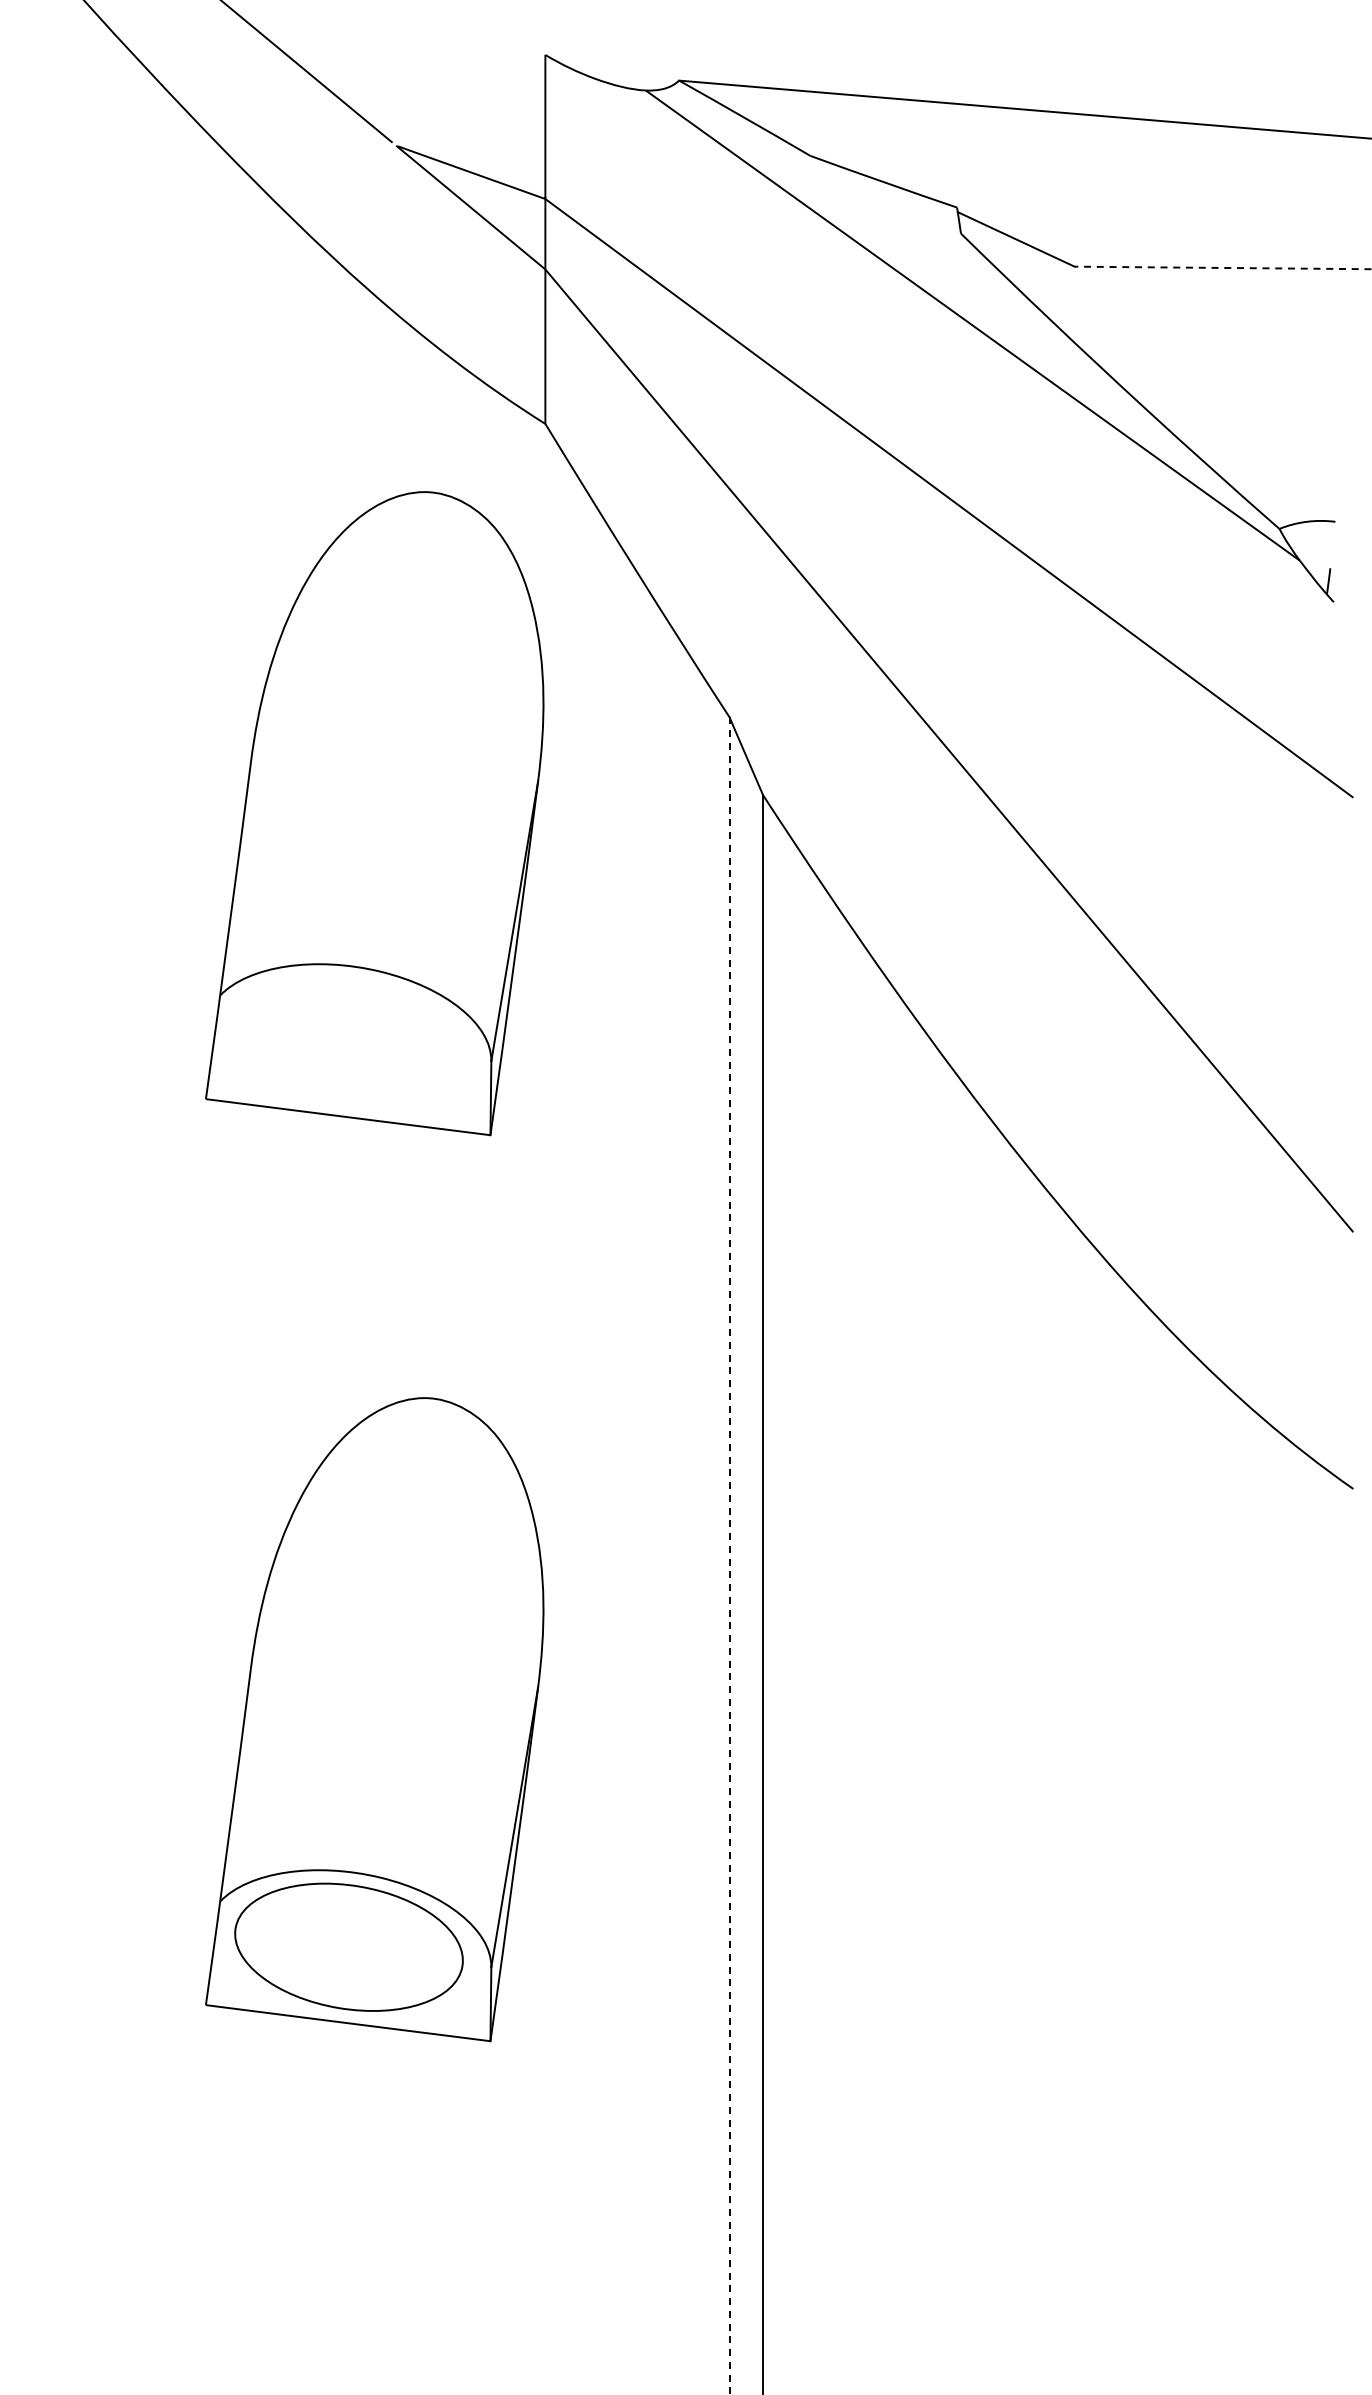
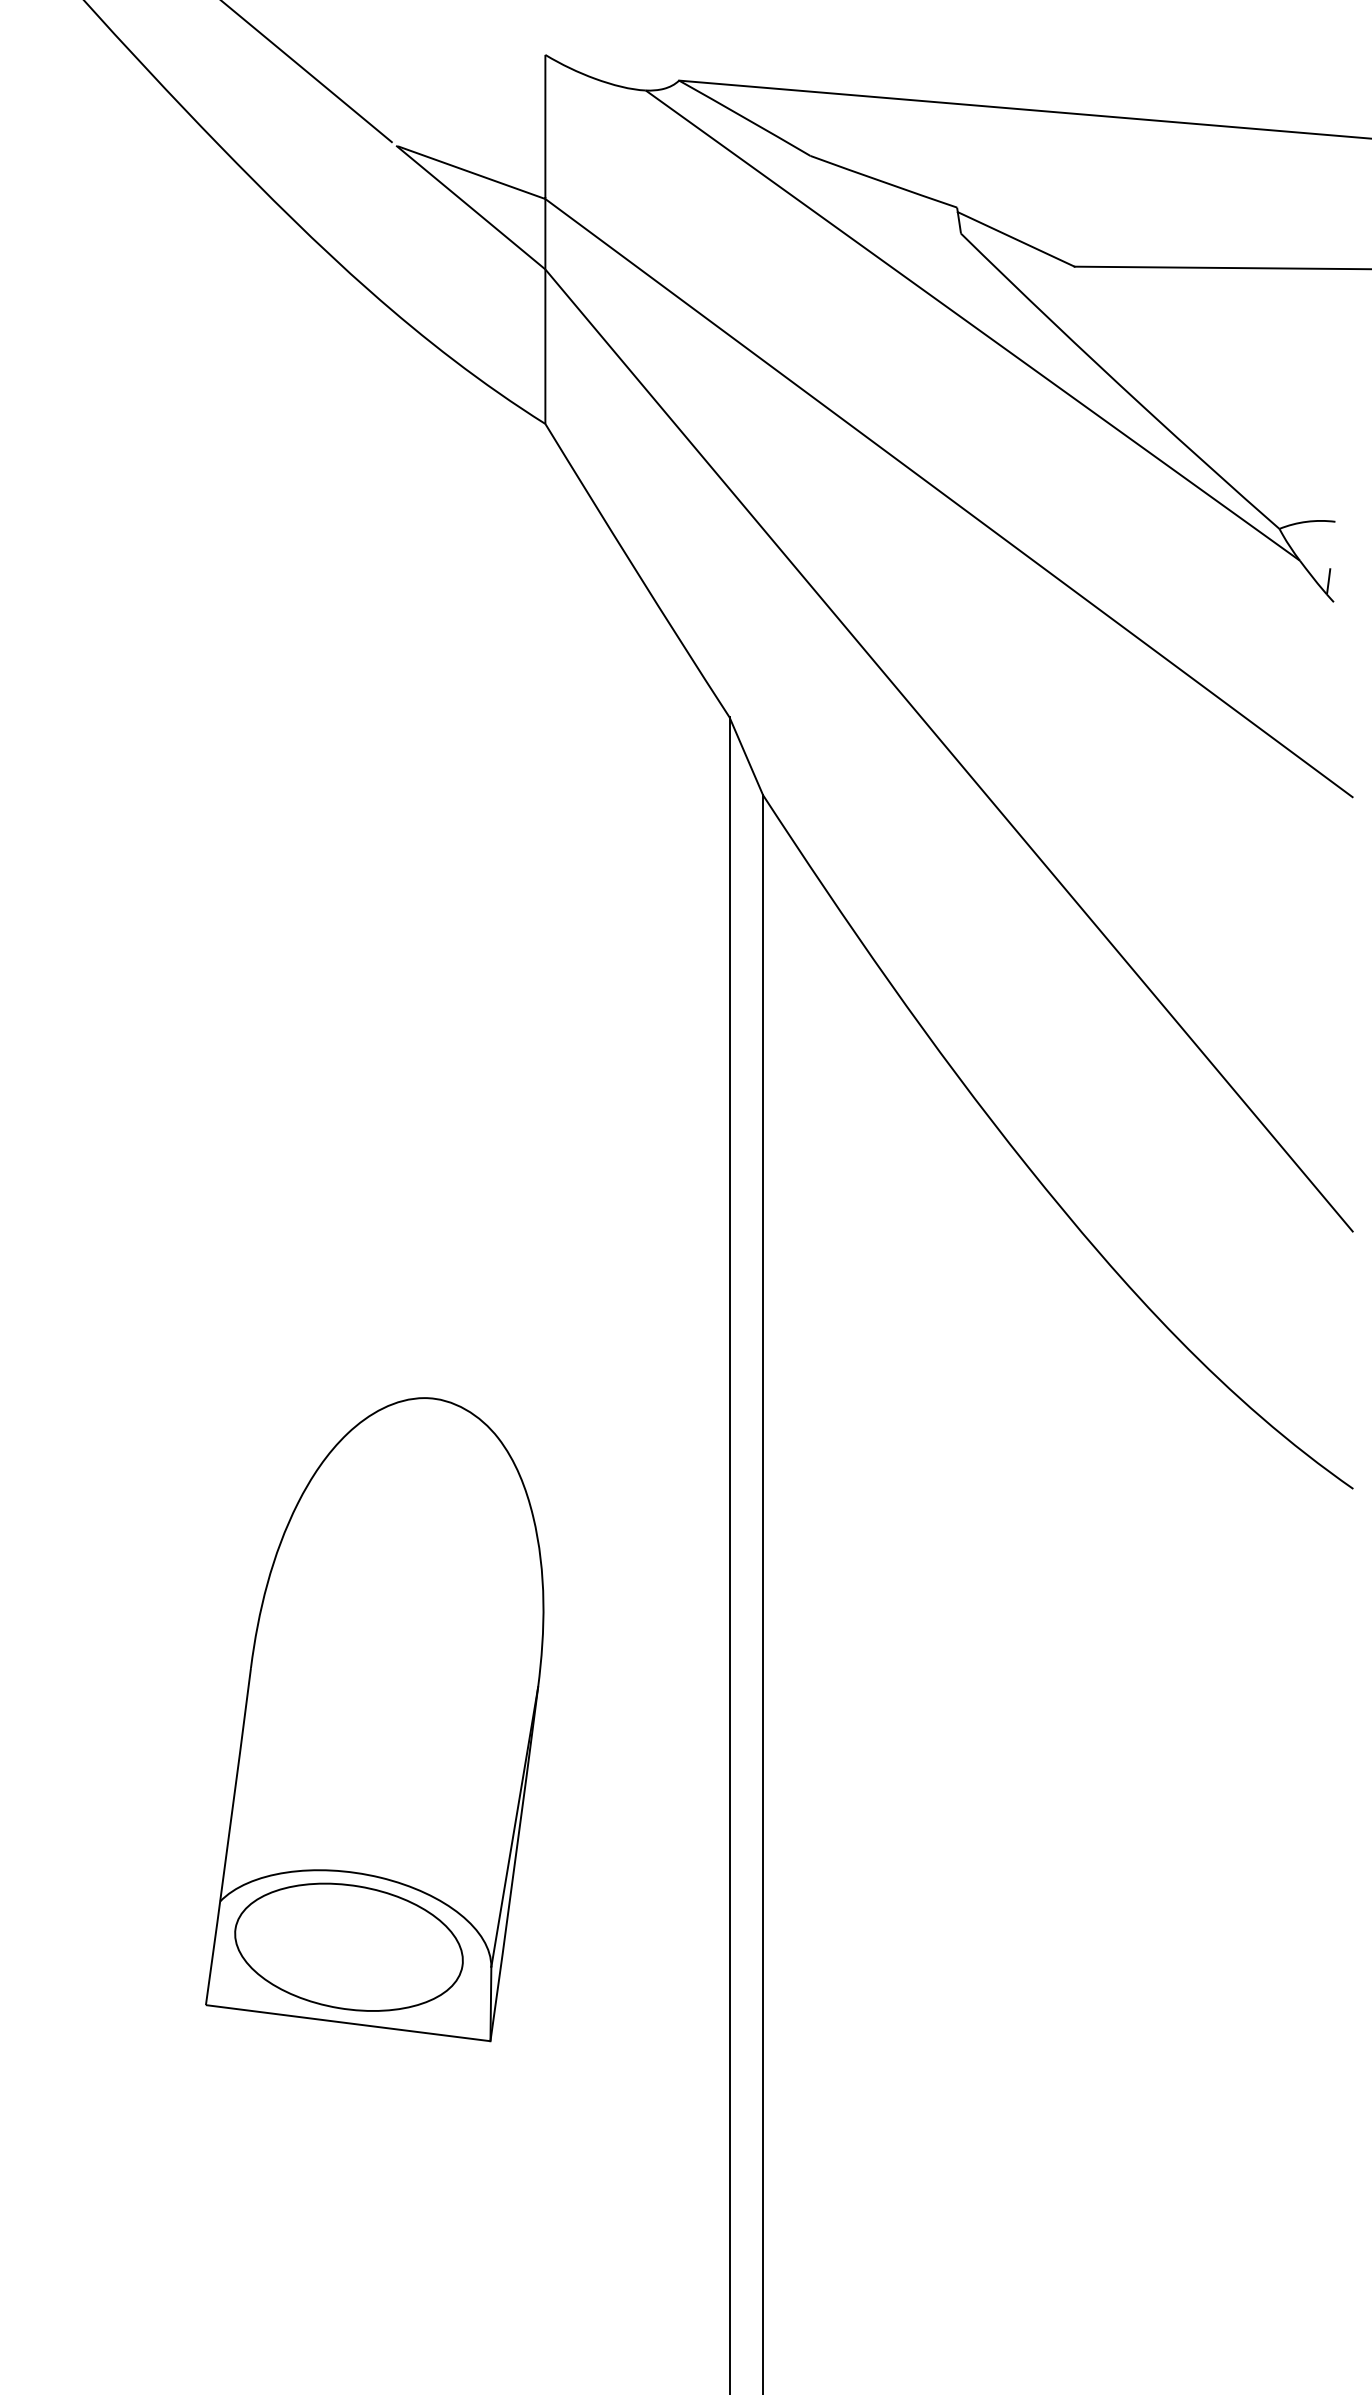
line at (1222, 267): dashed -> solid
part at (374, 813): present -> none
line at (729, 1556): dashed -> solid
